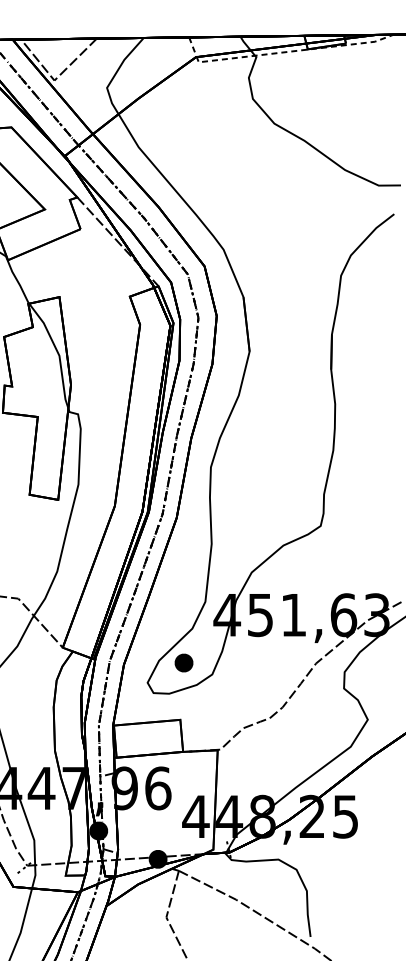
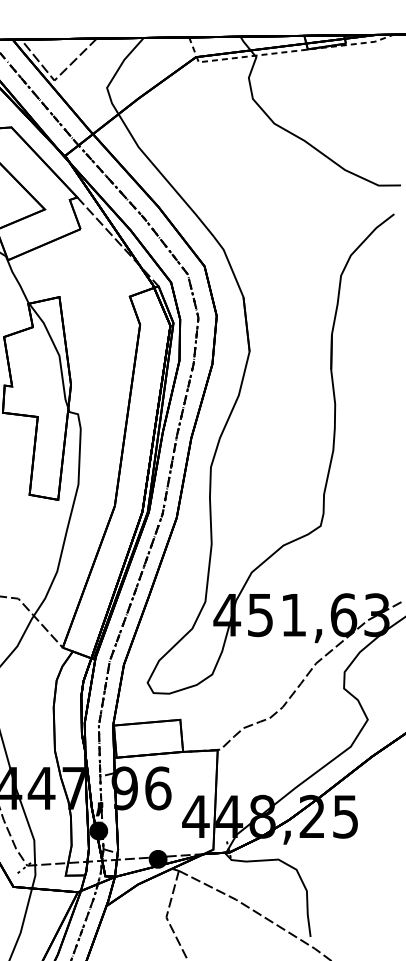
part at (183, 662): present -> none
